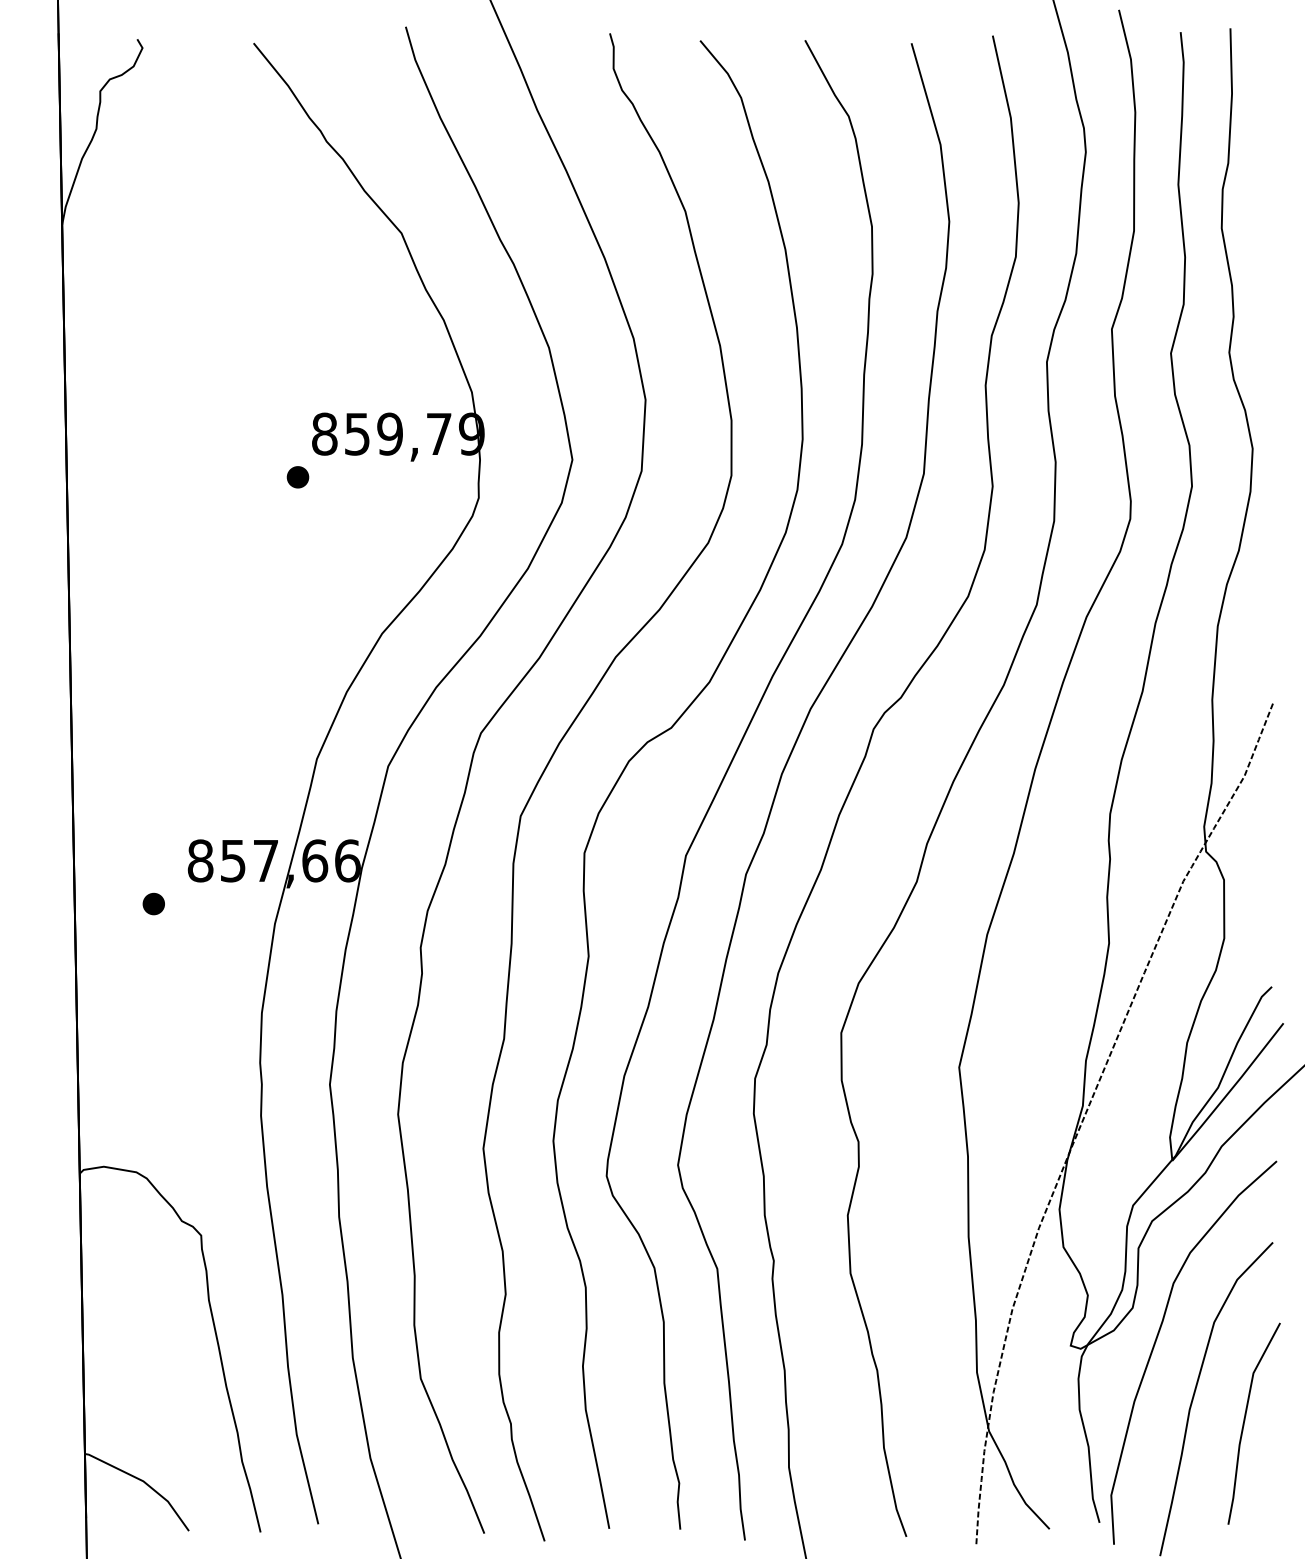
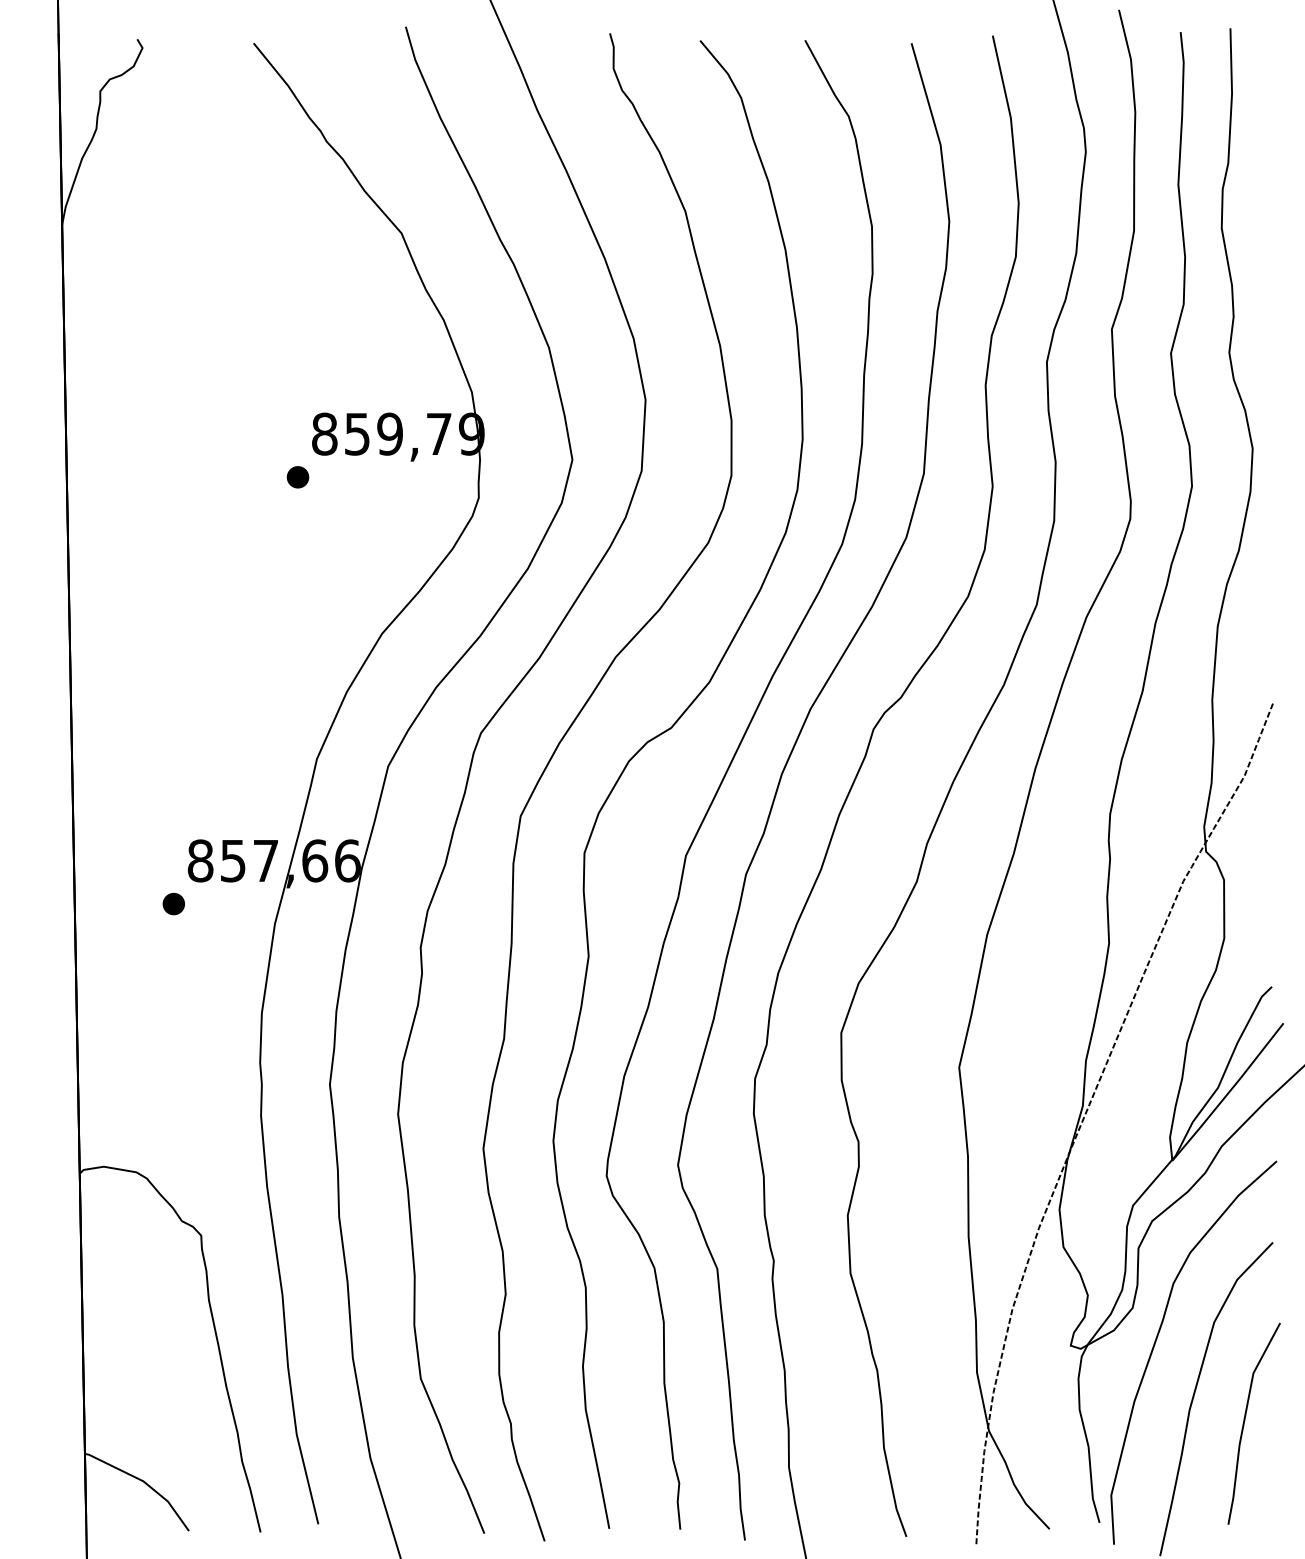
part at (153, 903) position: (153, 903) -> (173, 903)
